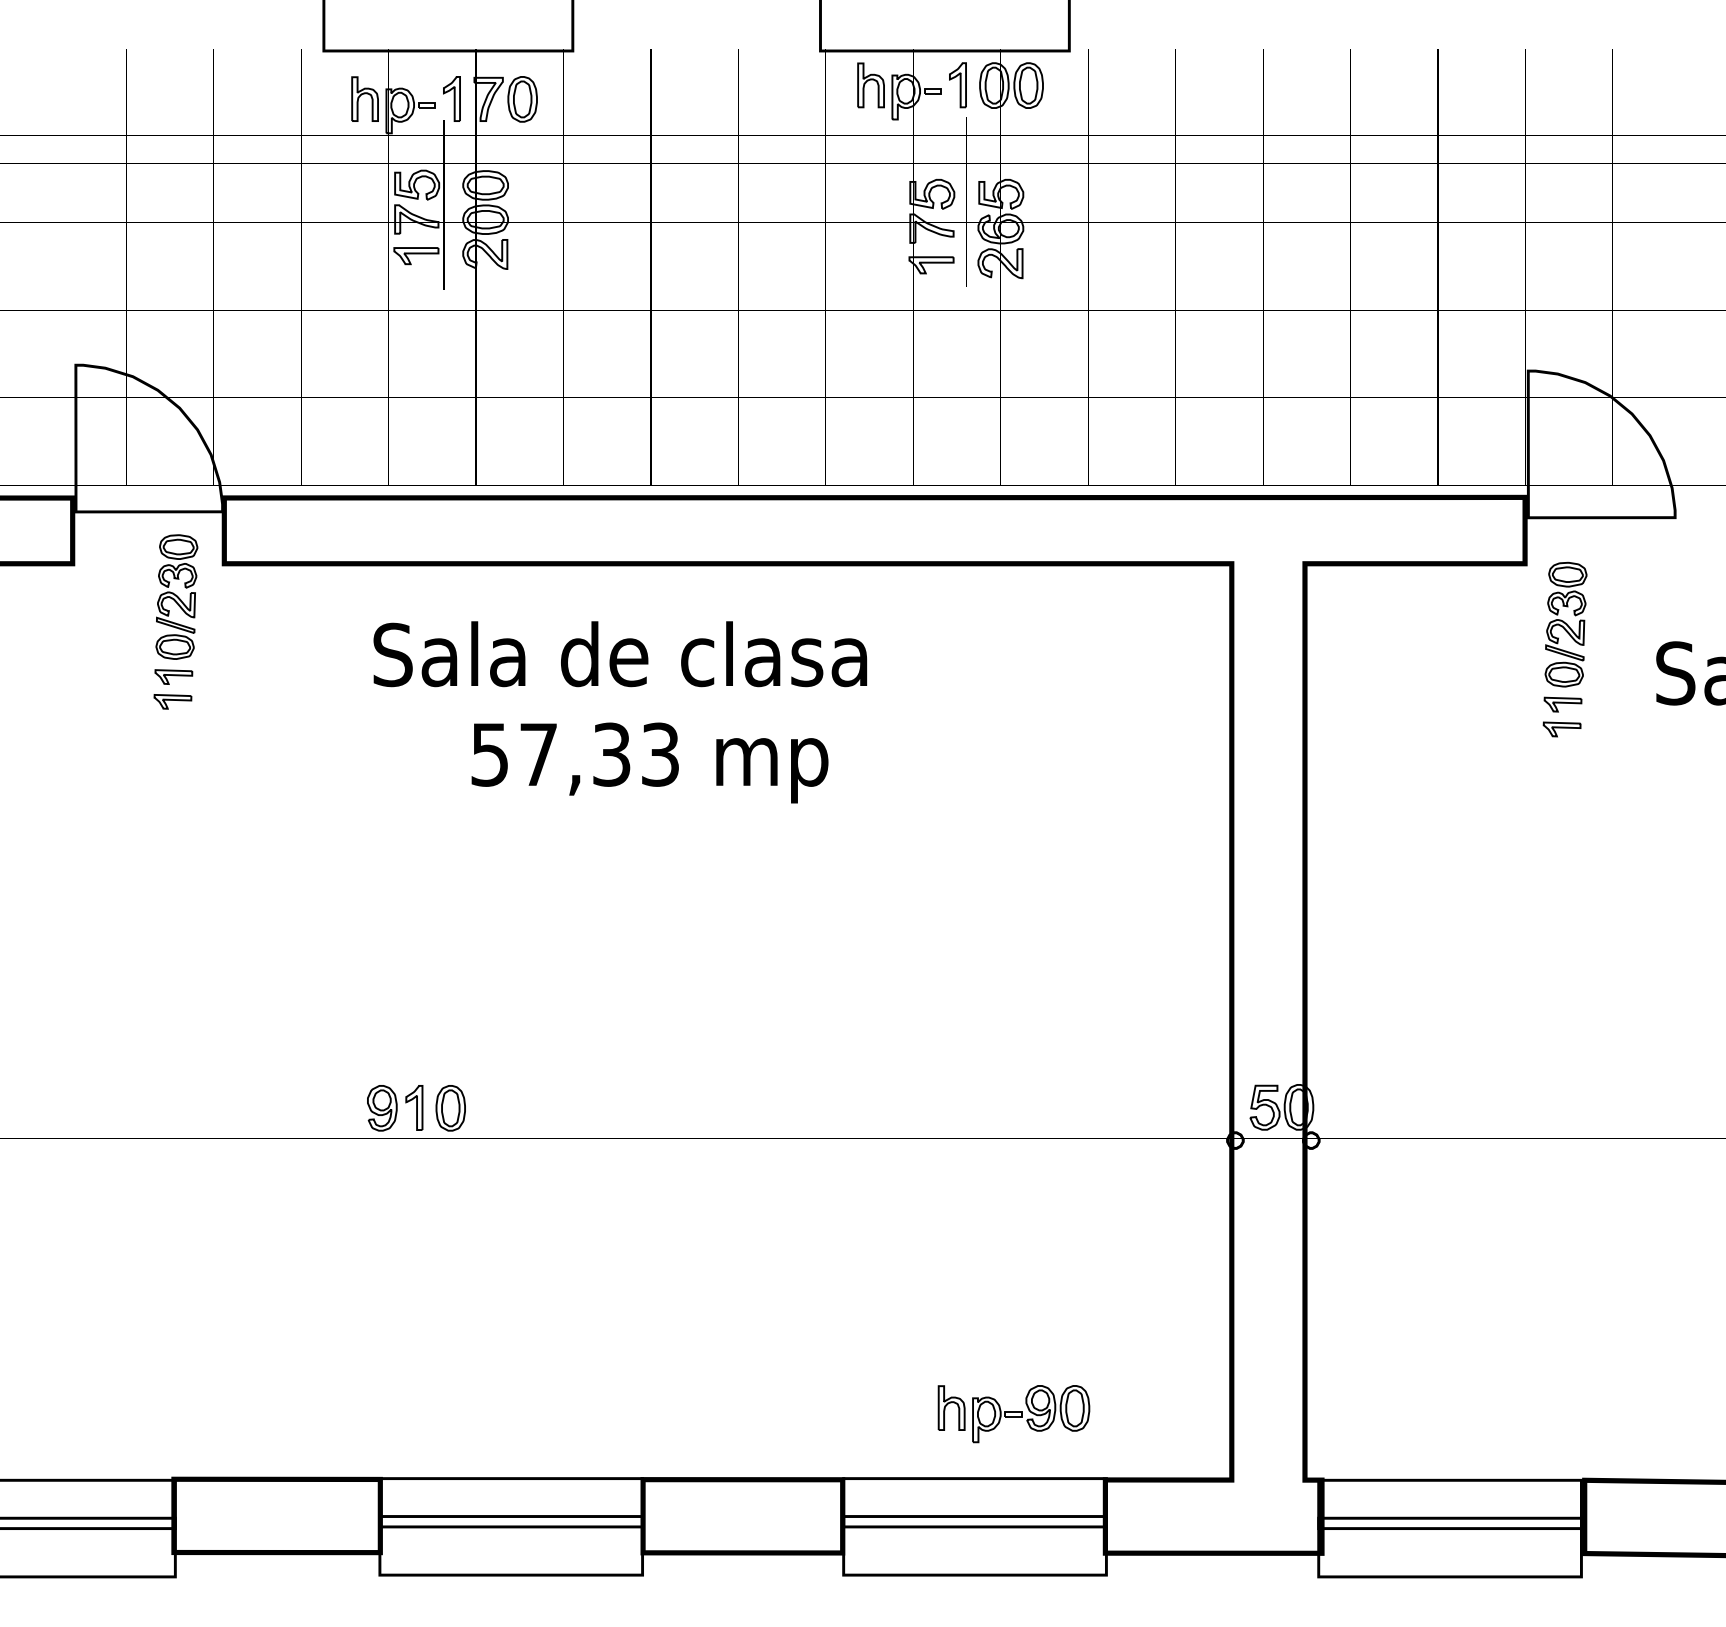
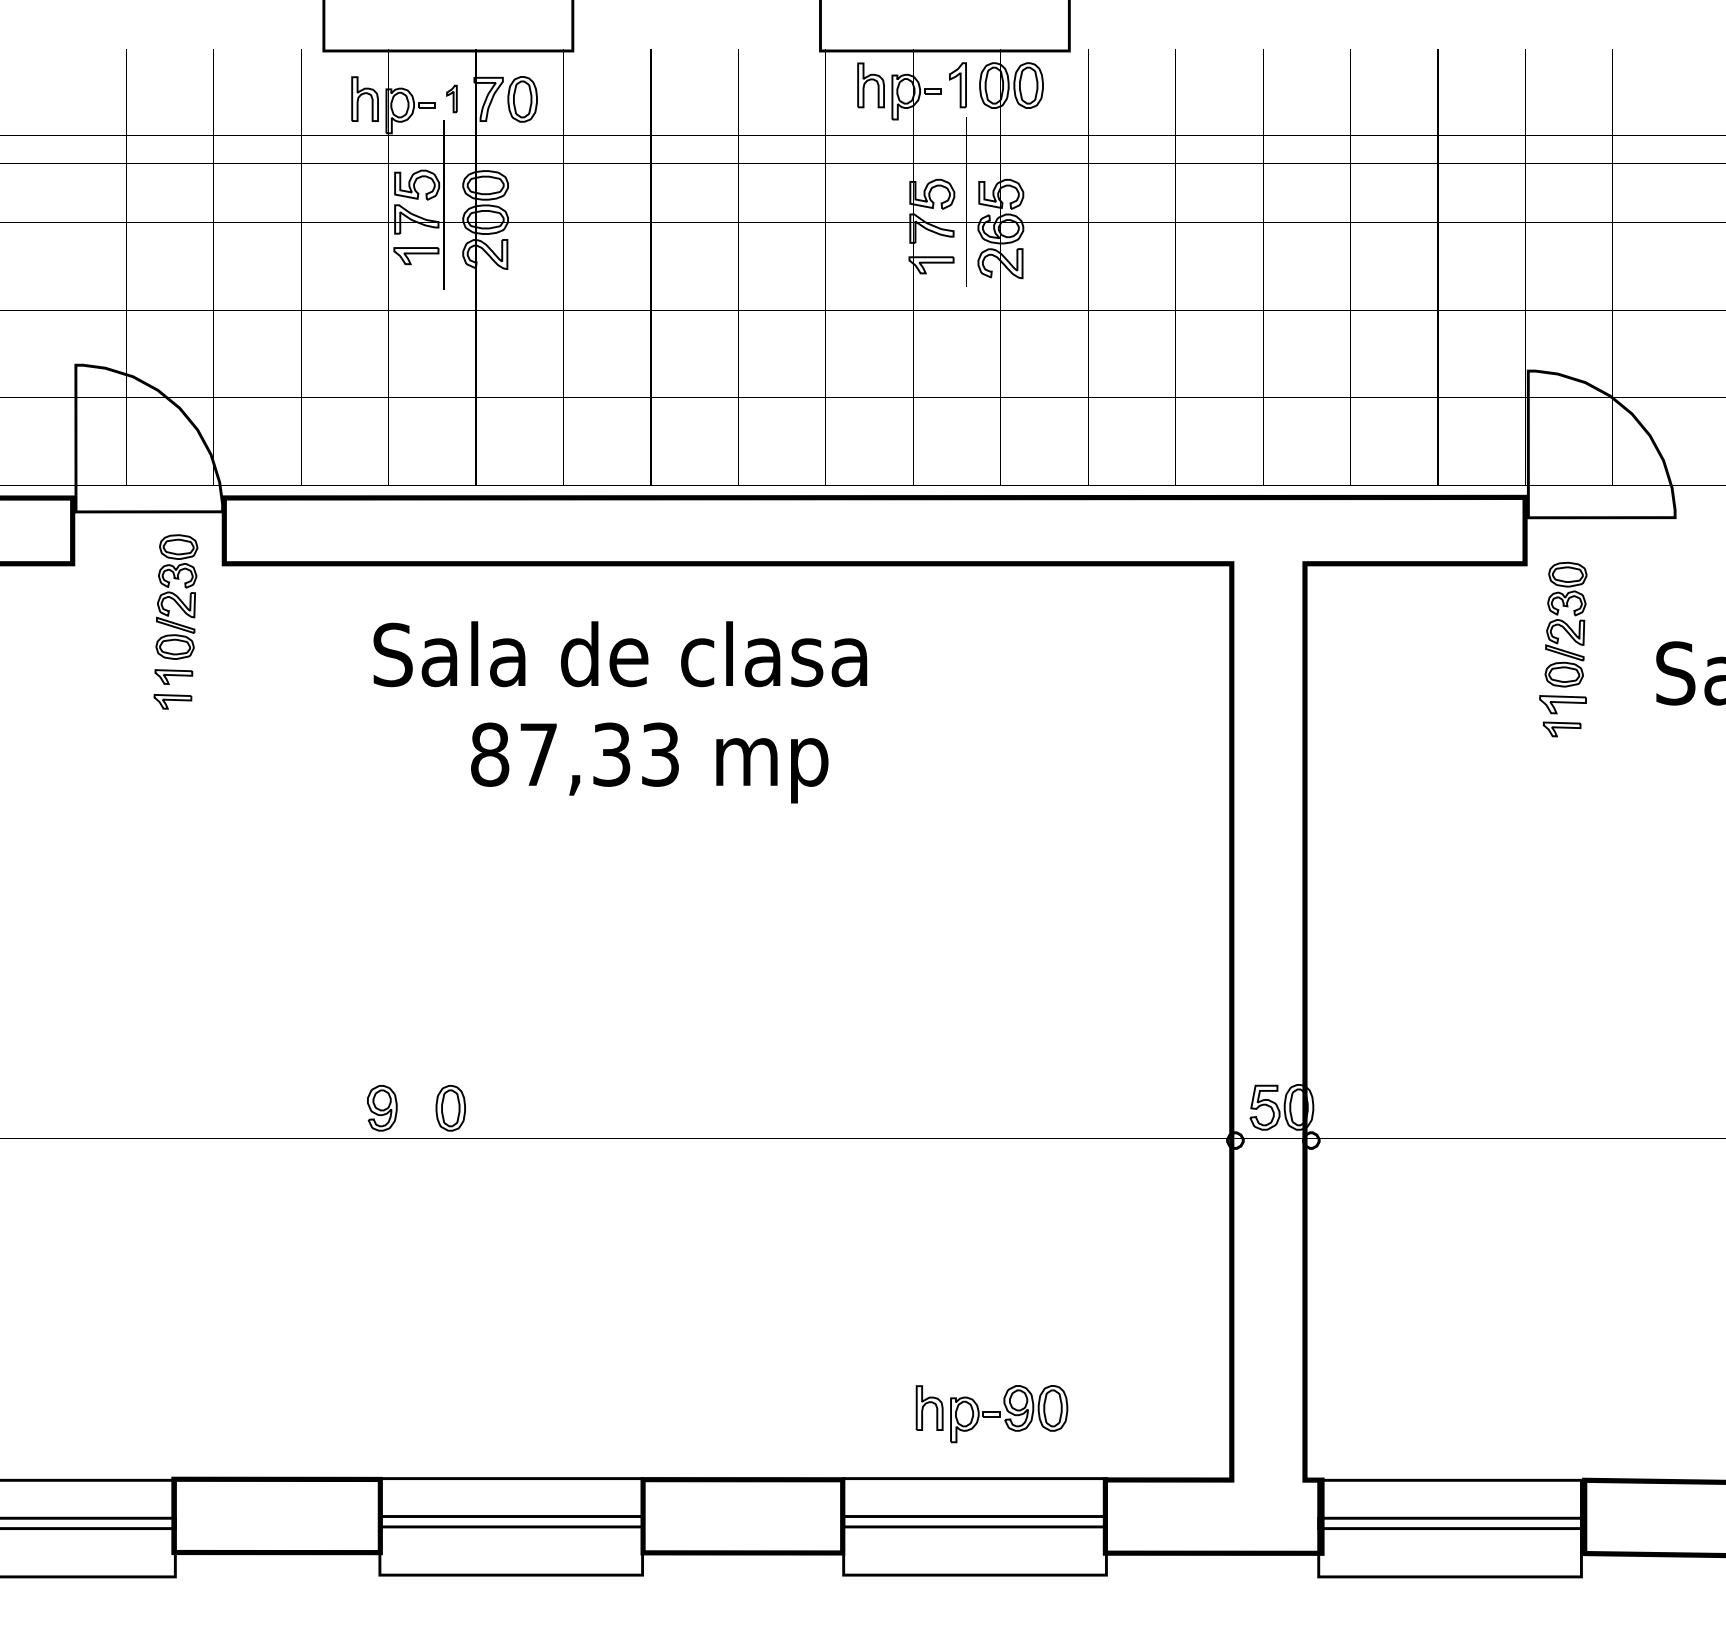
part at (451, 98) size: 18x46 px -> 12x30 px
part at (1562, 704) size: 40x17 px -> 48x20 px
text at (490, 754): 57,33 -> 87,33
part at (414, 1107): present -> none
part at (1013, 1414) position: (1013, 1414) -> (991, 1414)
